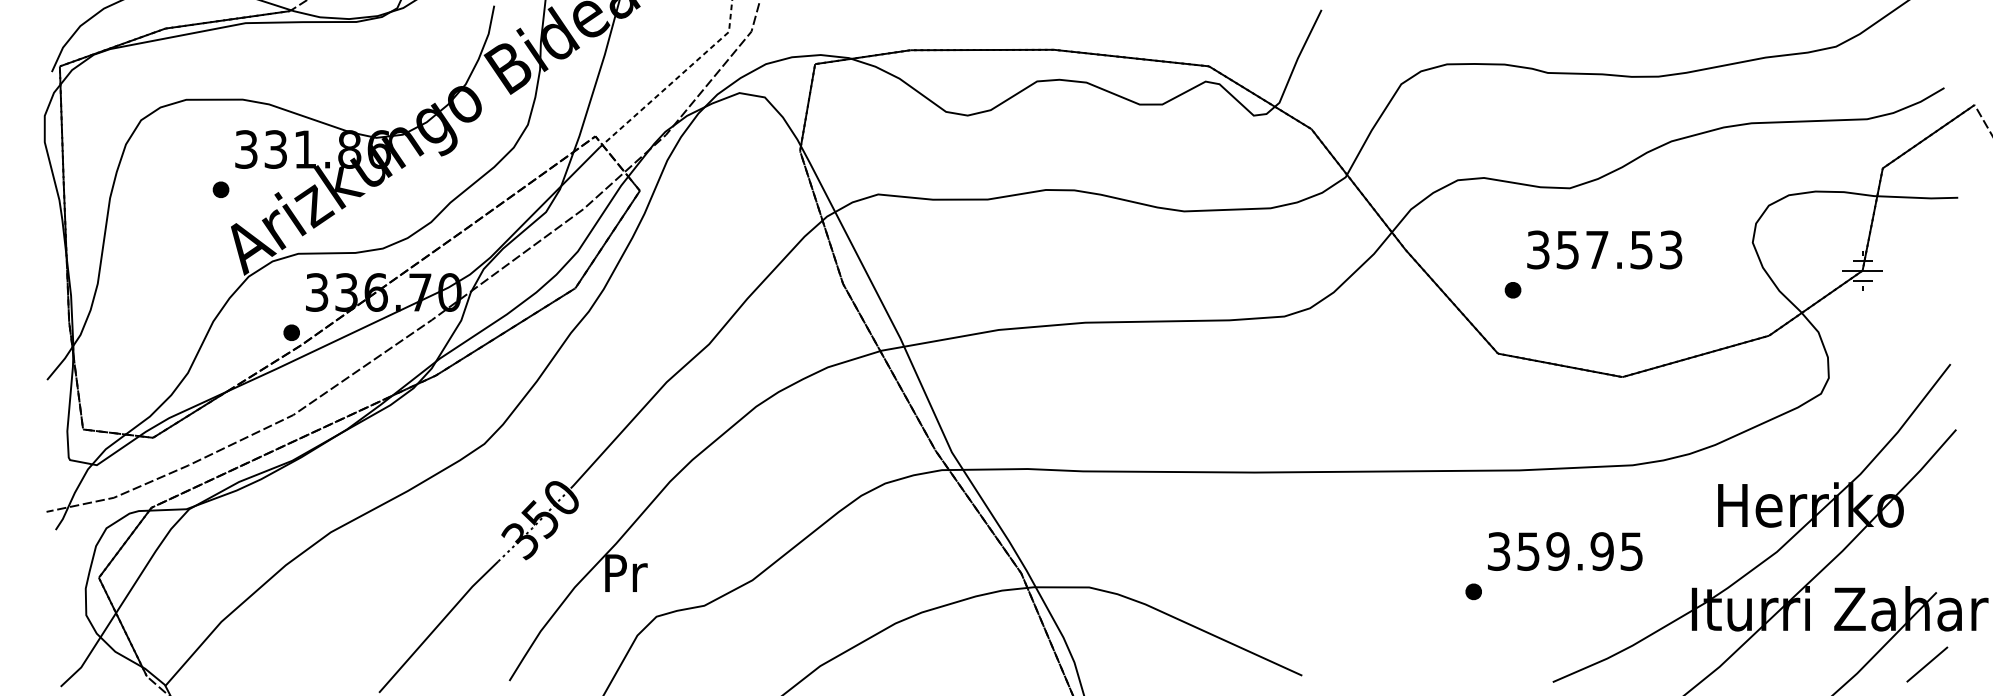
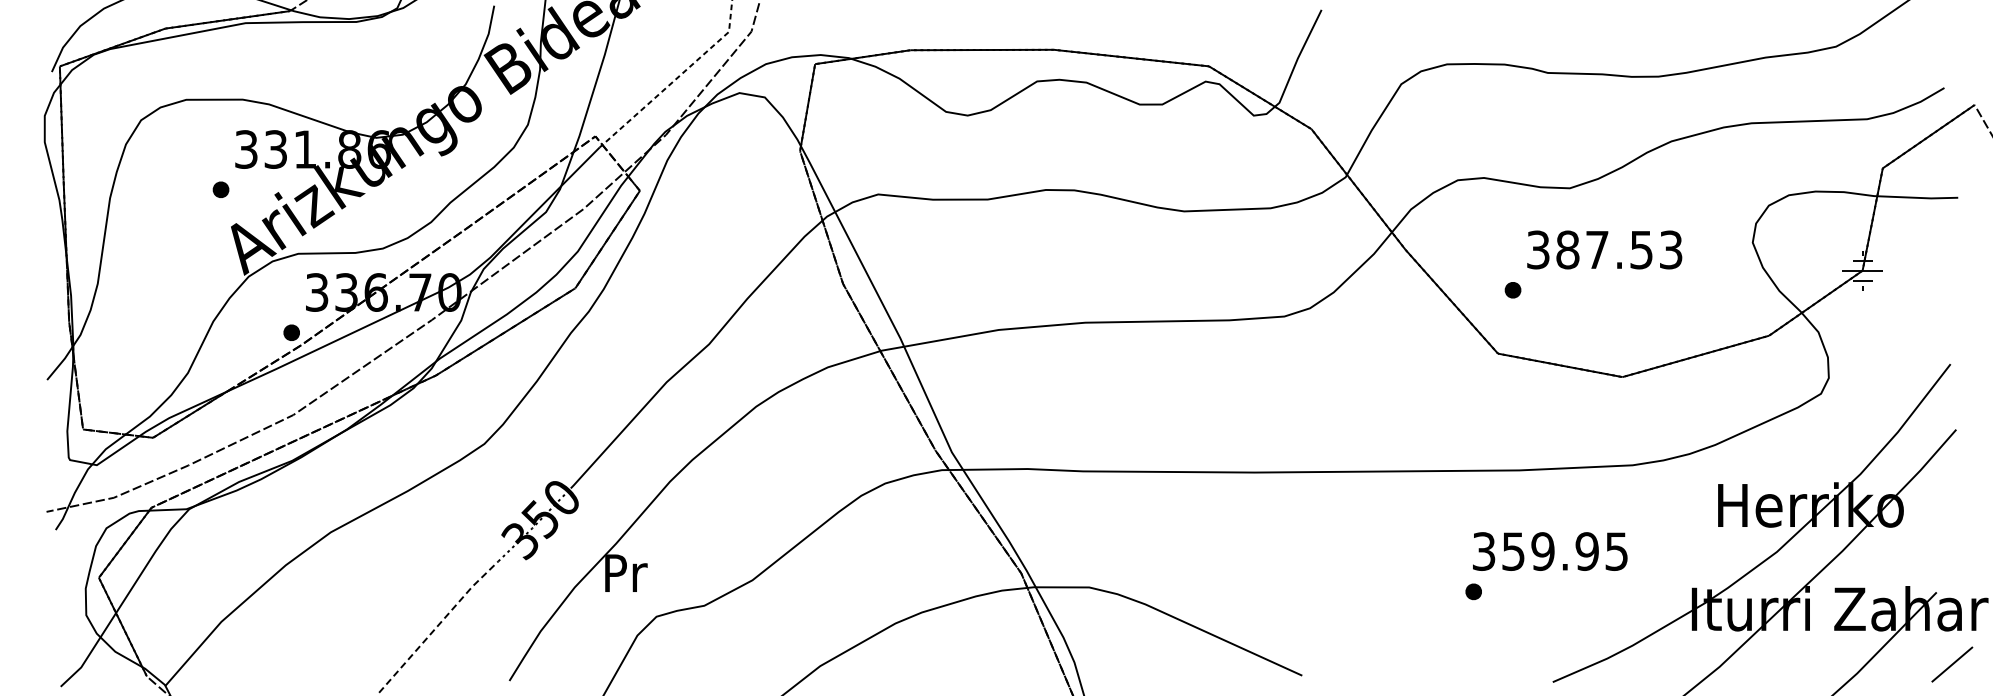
text at (1567, 249): 357.53 -> 387.53
text at (1565, 551) position: (1565, 551) -> (1550, 551)
line at (438, 625): solid -> dashed
line at (1927, 664) position: (1927, 664) -> (1952, 664)
